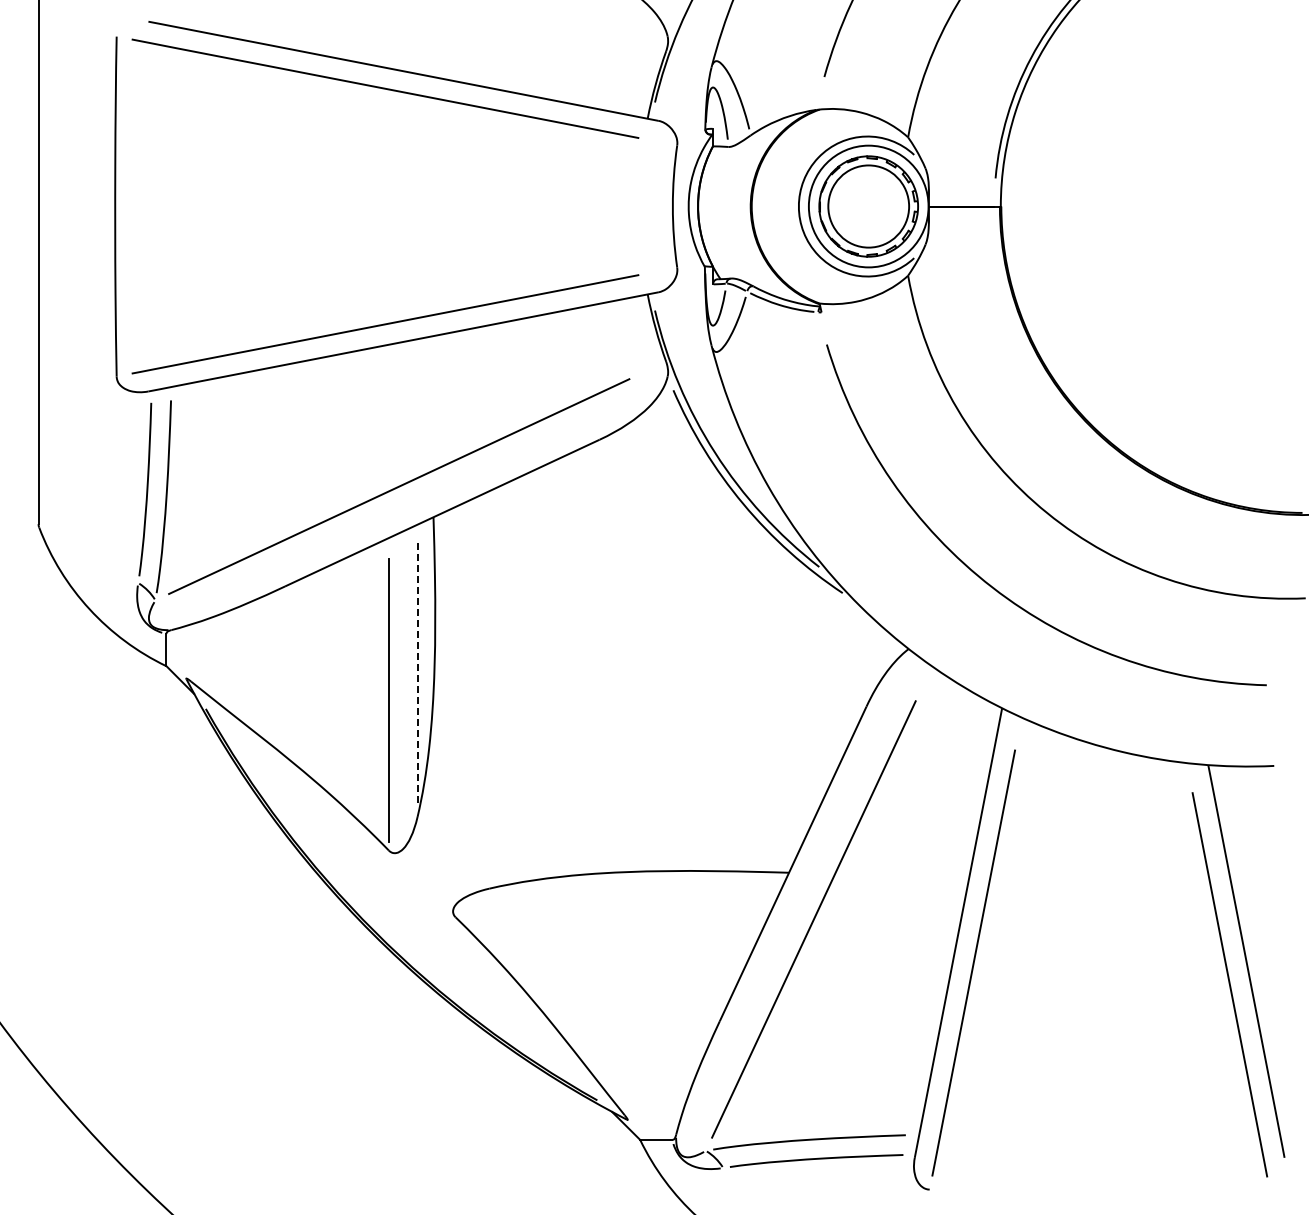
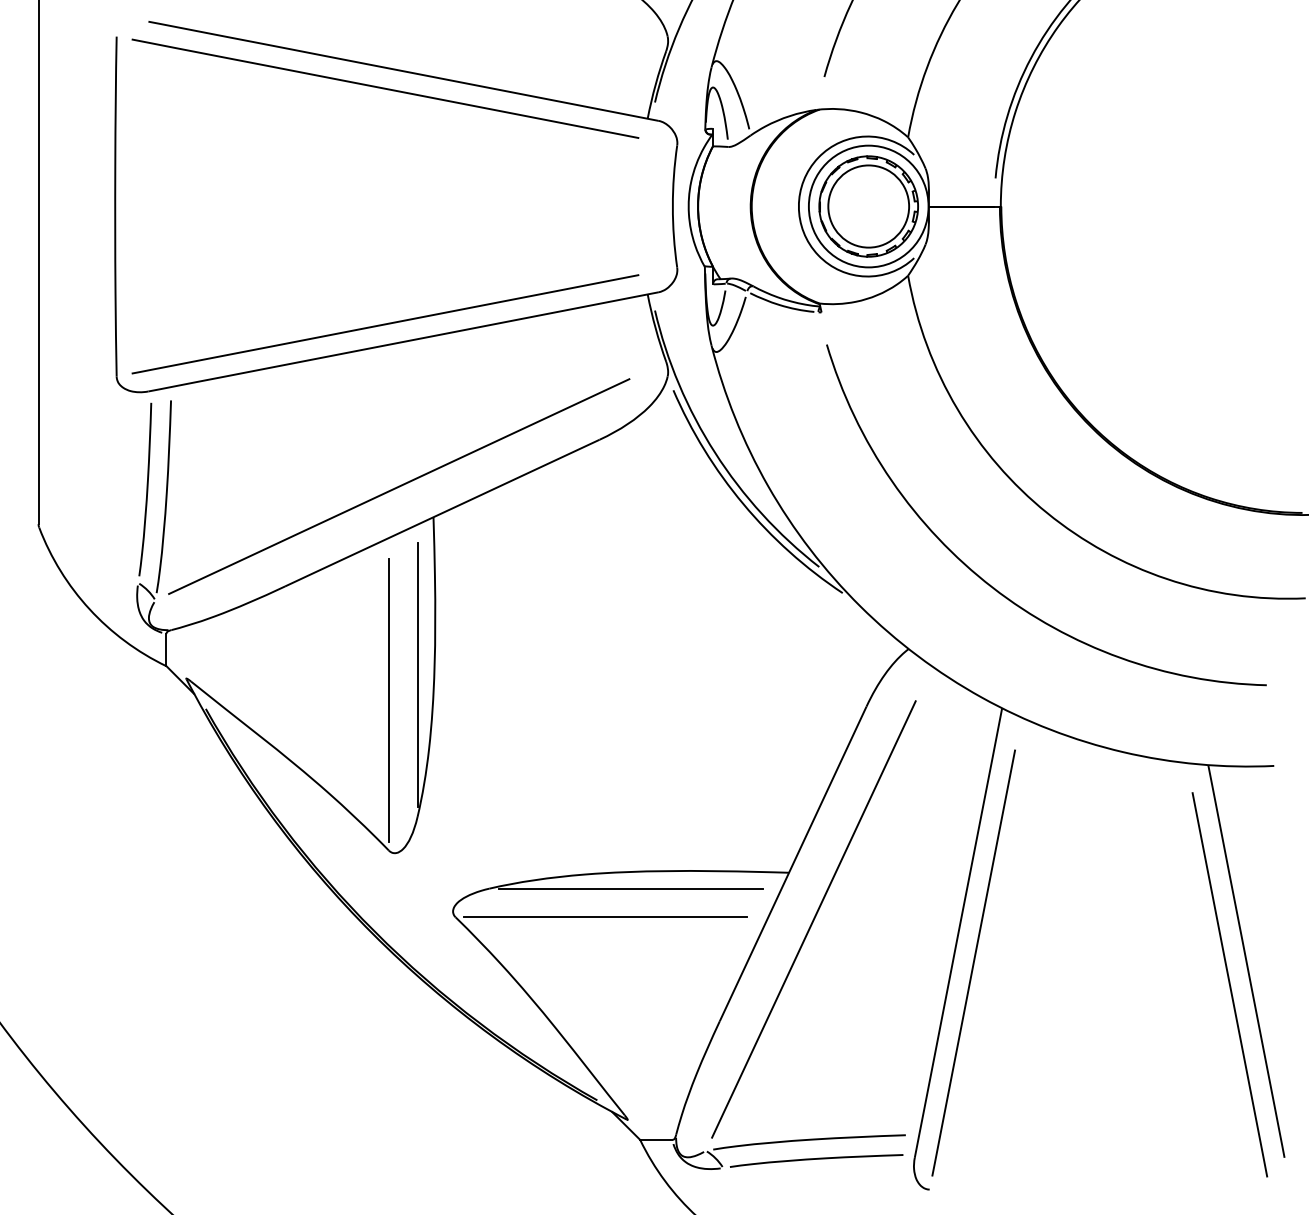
line at (417, 675): dashed -> solid
line at (631, 888): none -> present
line at (605, 917): none -> present
